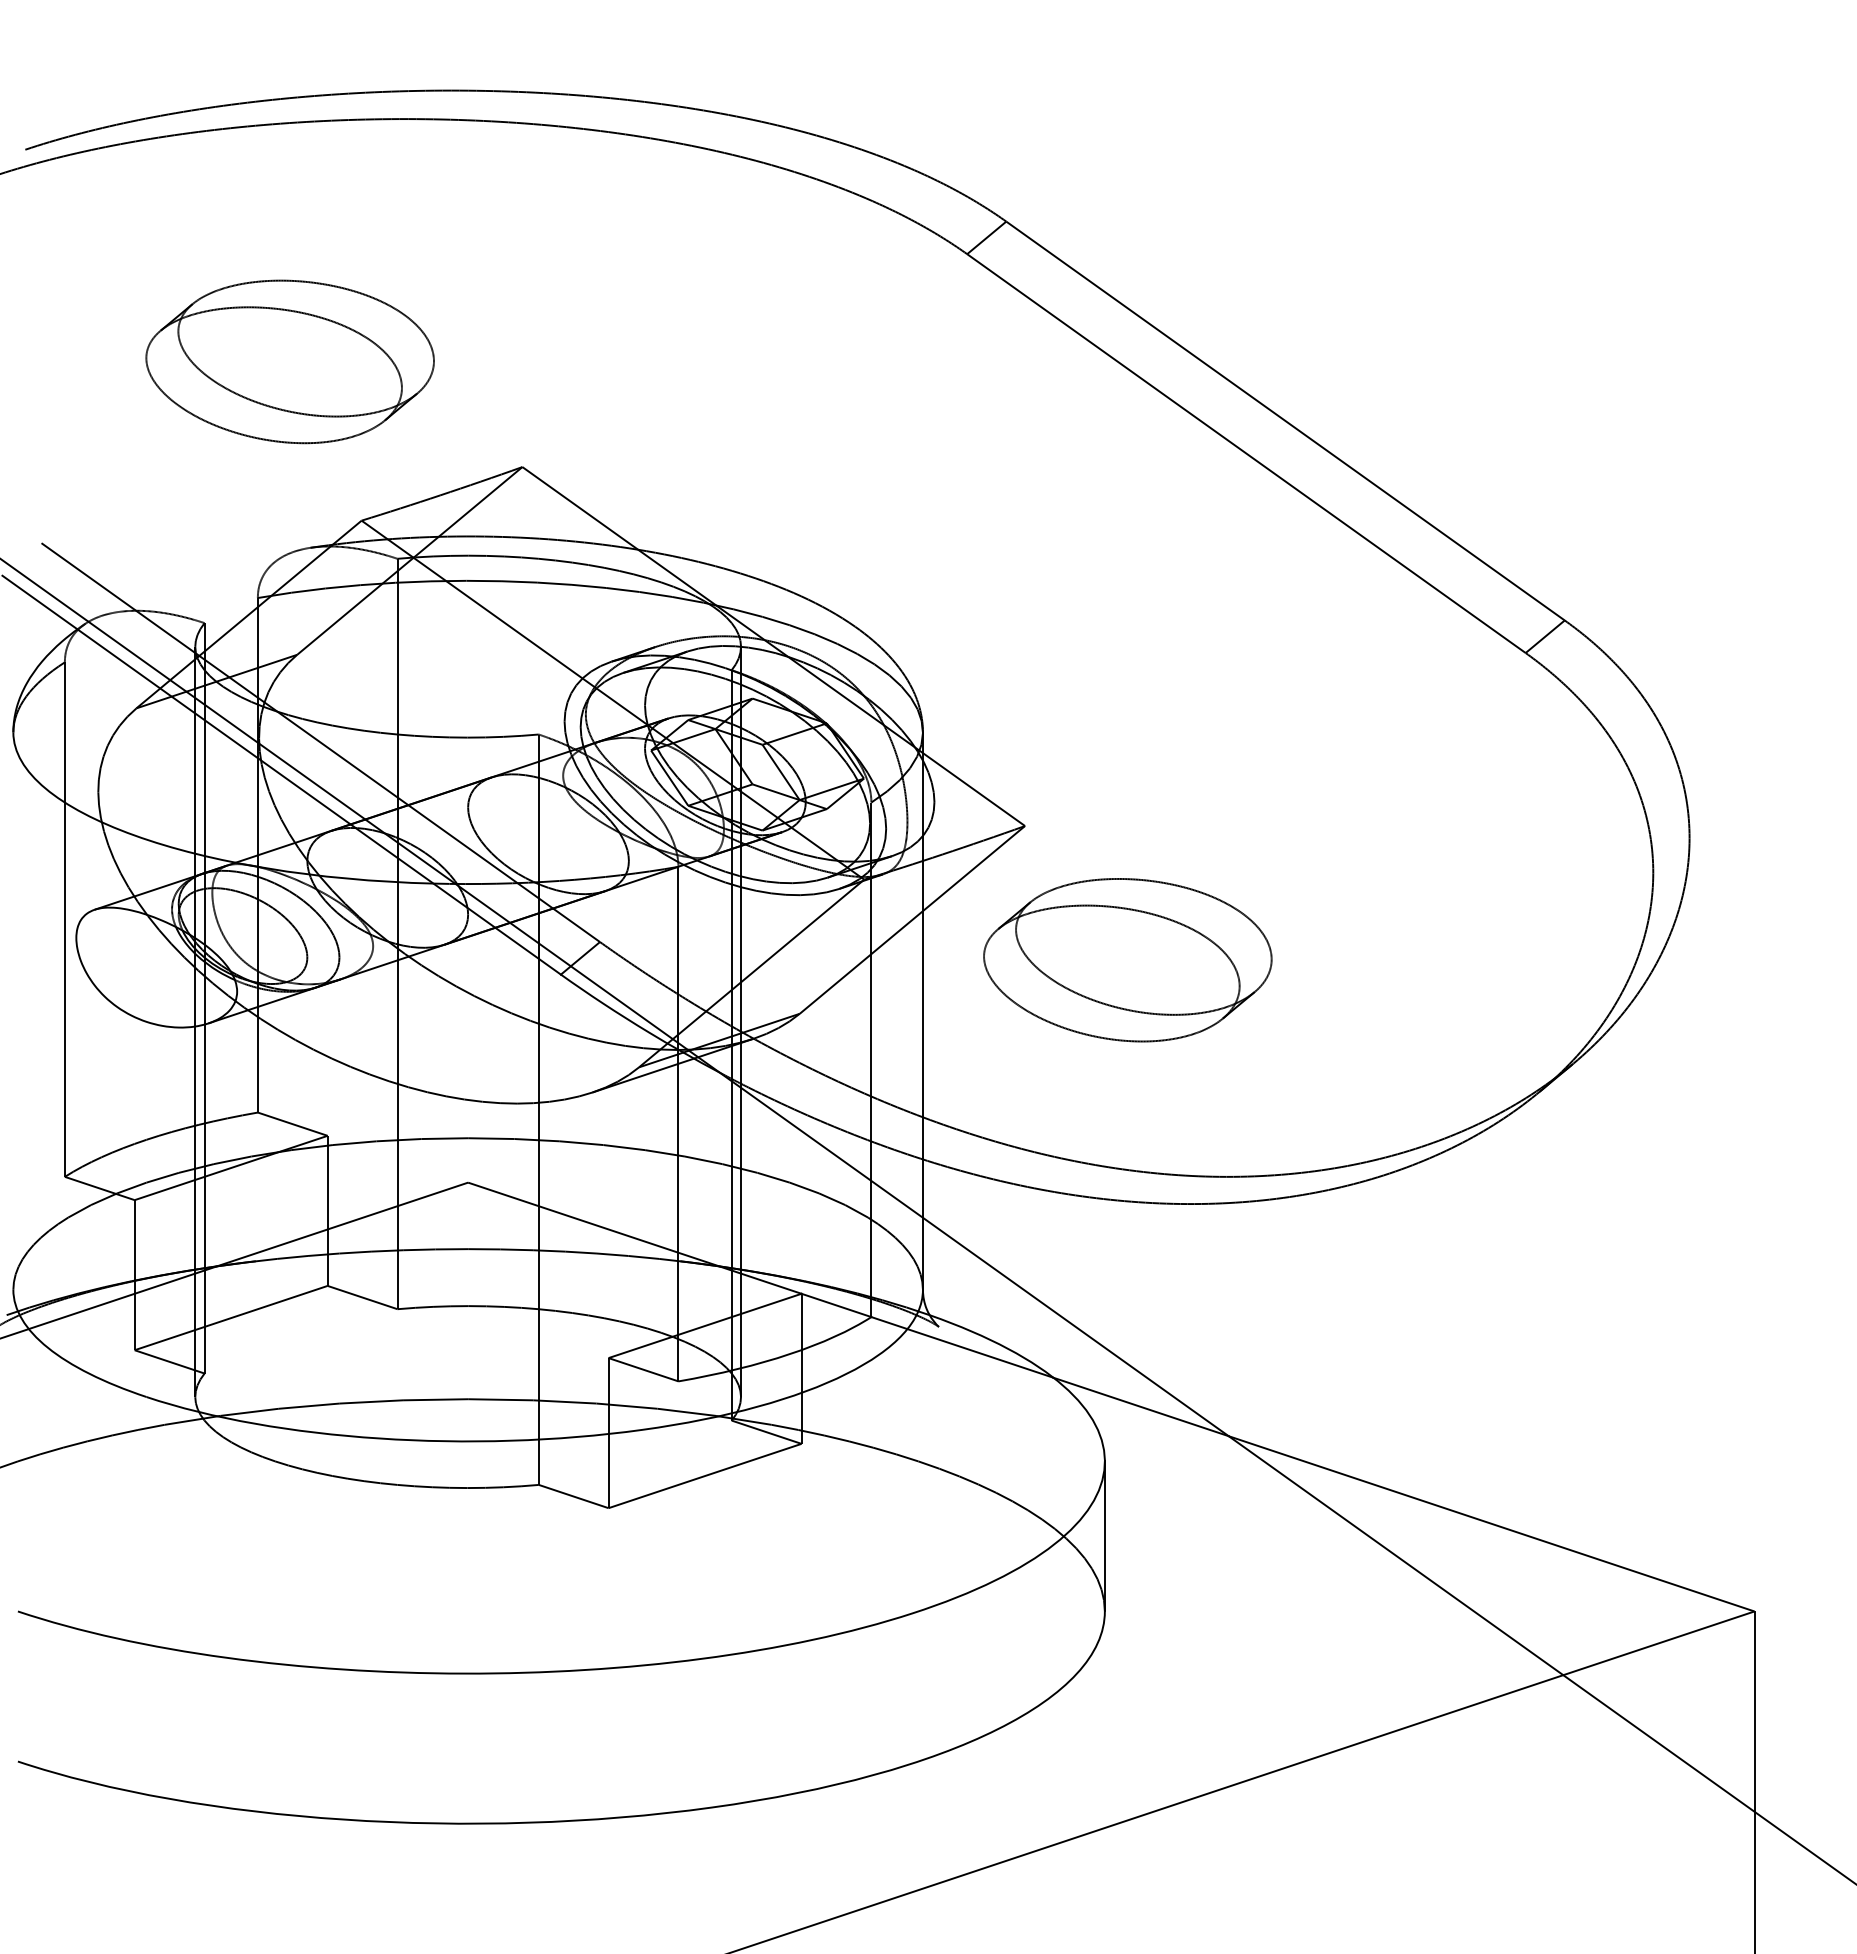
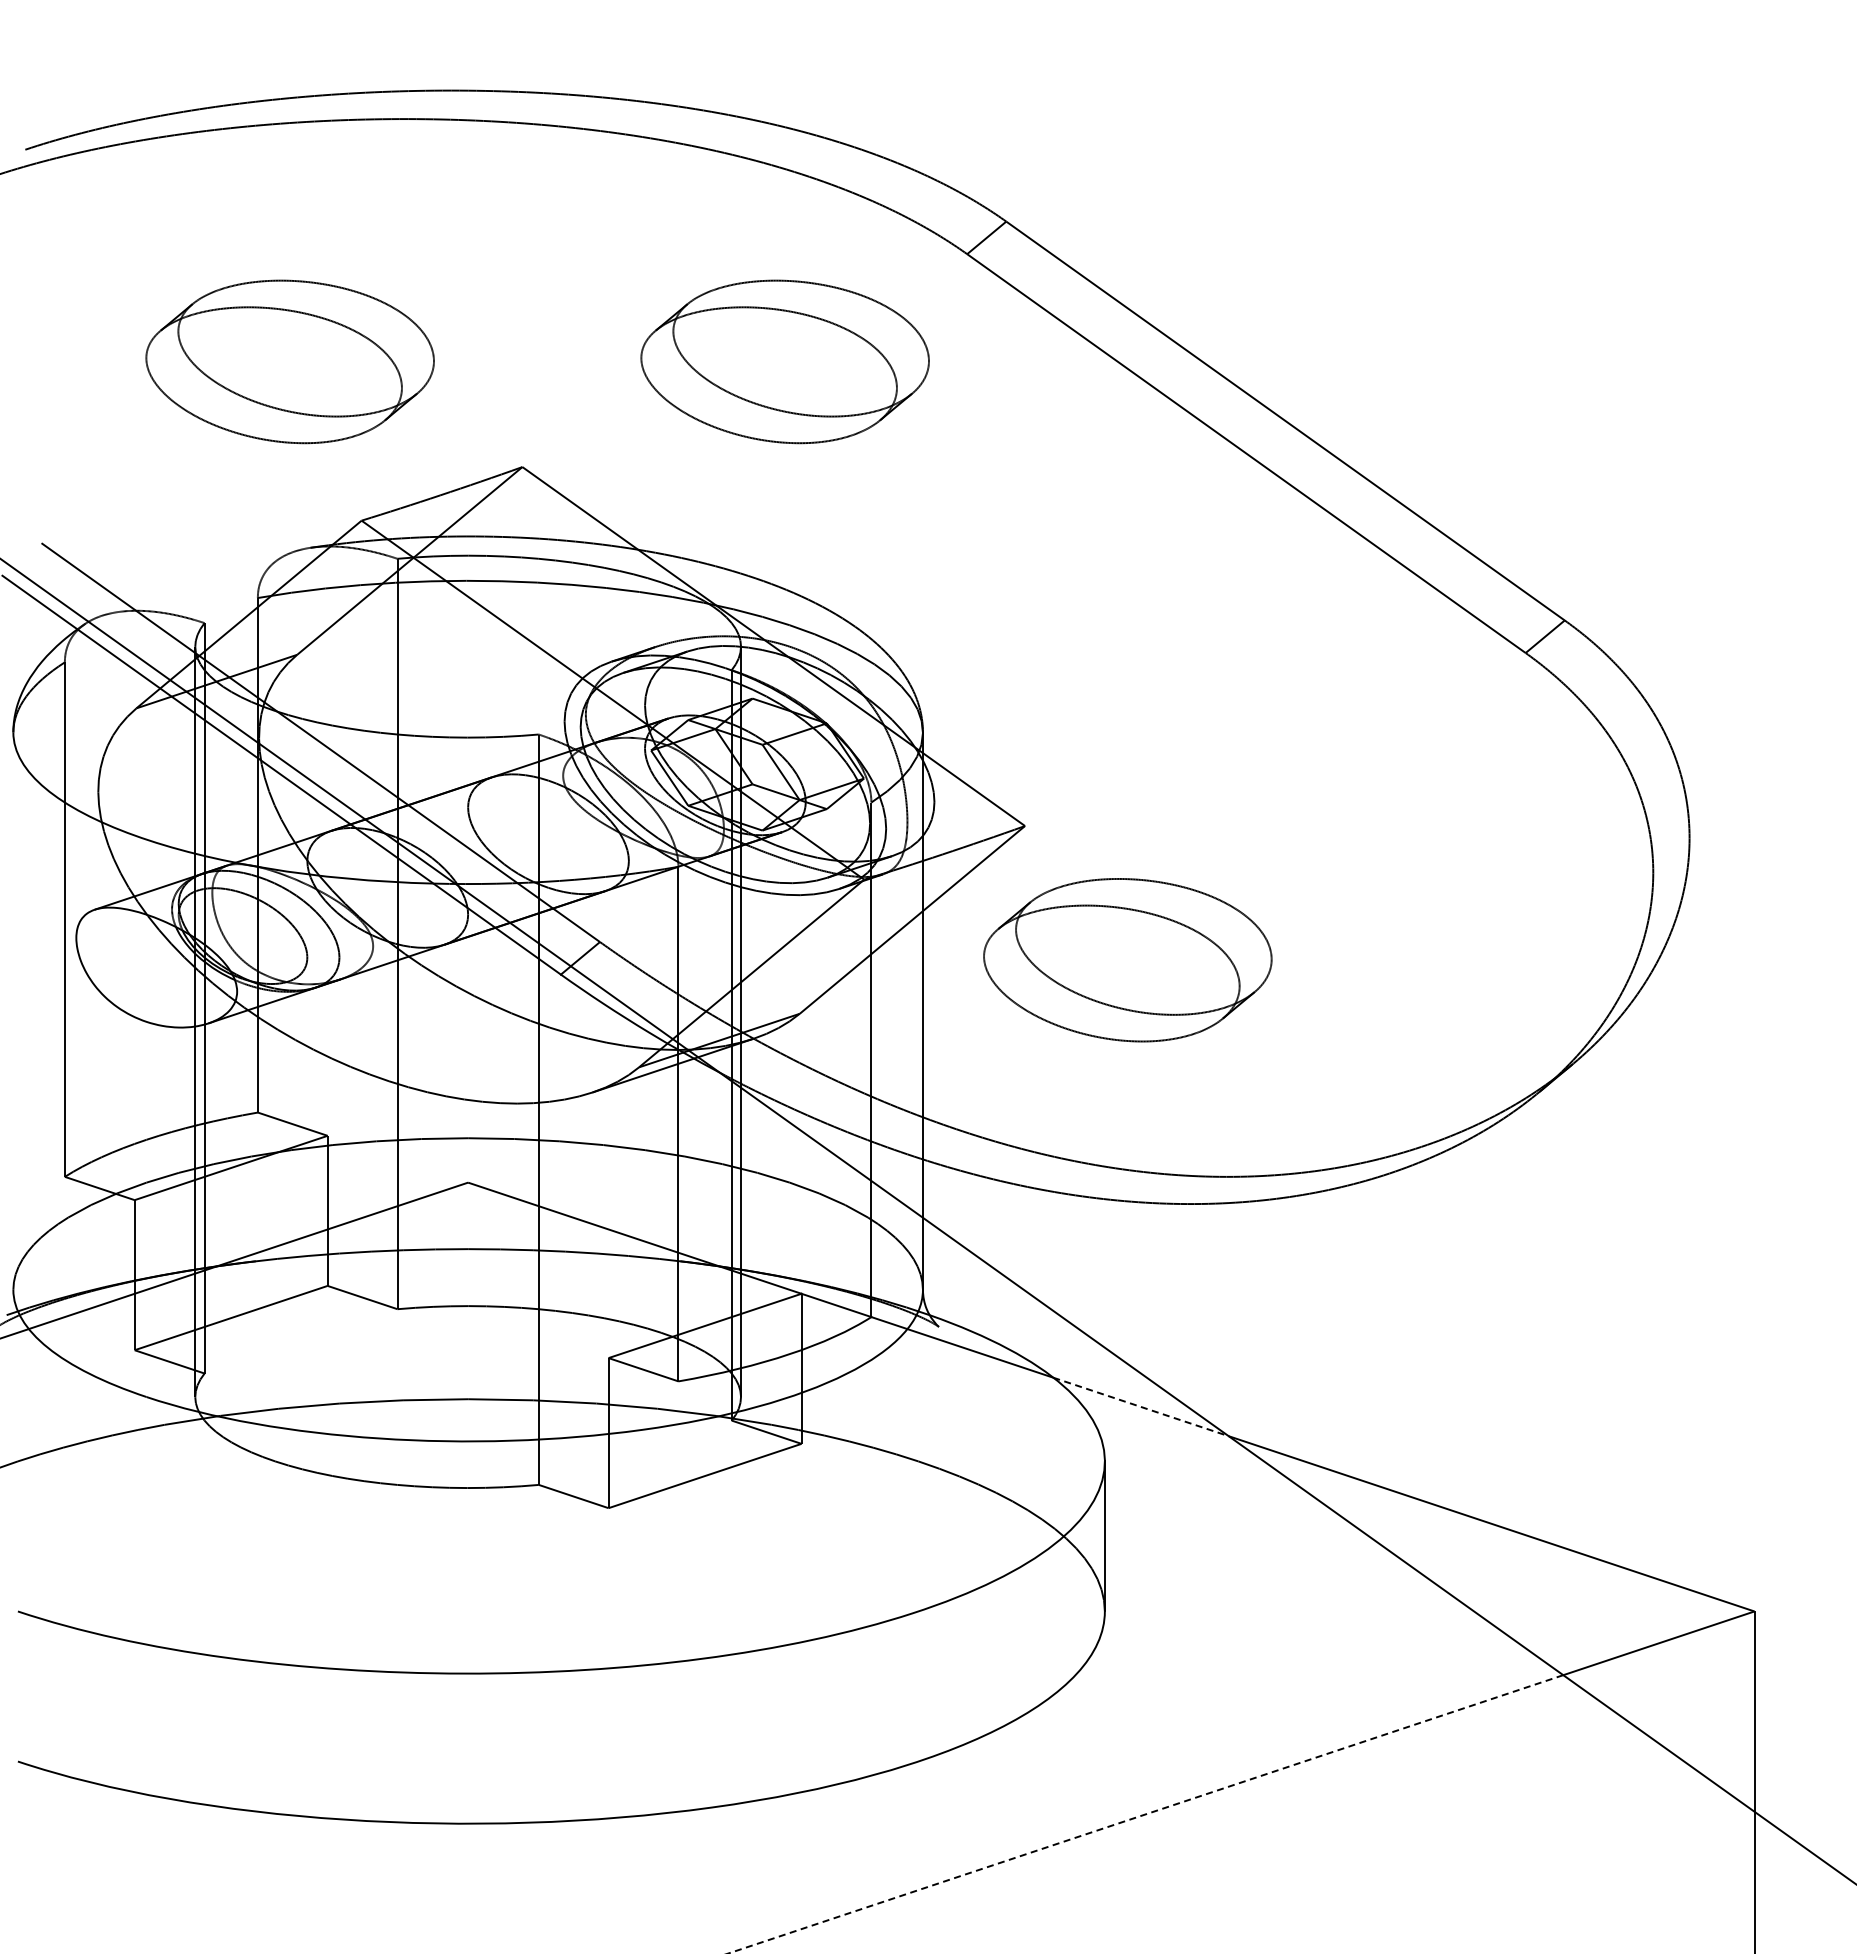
part at (784, 361): none -> present
line at (1141, 1407): solid -> dashed
line at (1145, 1814): solid -> dashed
